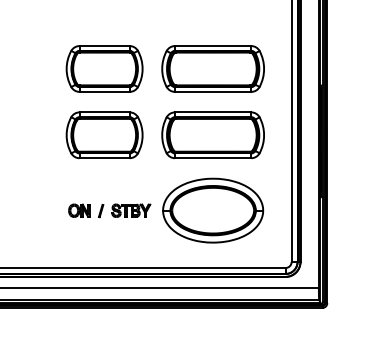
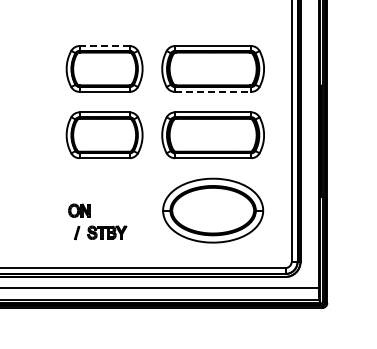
line at (104, 46): solid -> dashed
line at (213, 91): solid -> dashed
part at (124, 210) position: (124, 210) -> (100, 232)
